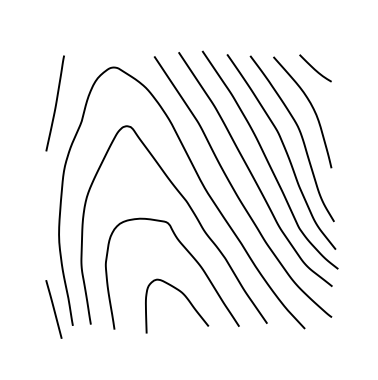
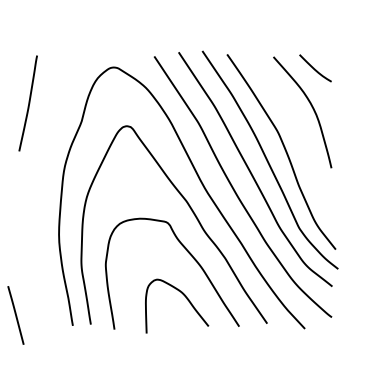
curve at (55, 103) position: (55, 103) -> (28, 103)
curve at (300, 136): present -> none
line at (53, 309) position: (53, 309) -> (15, 315)
